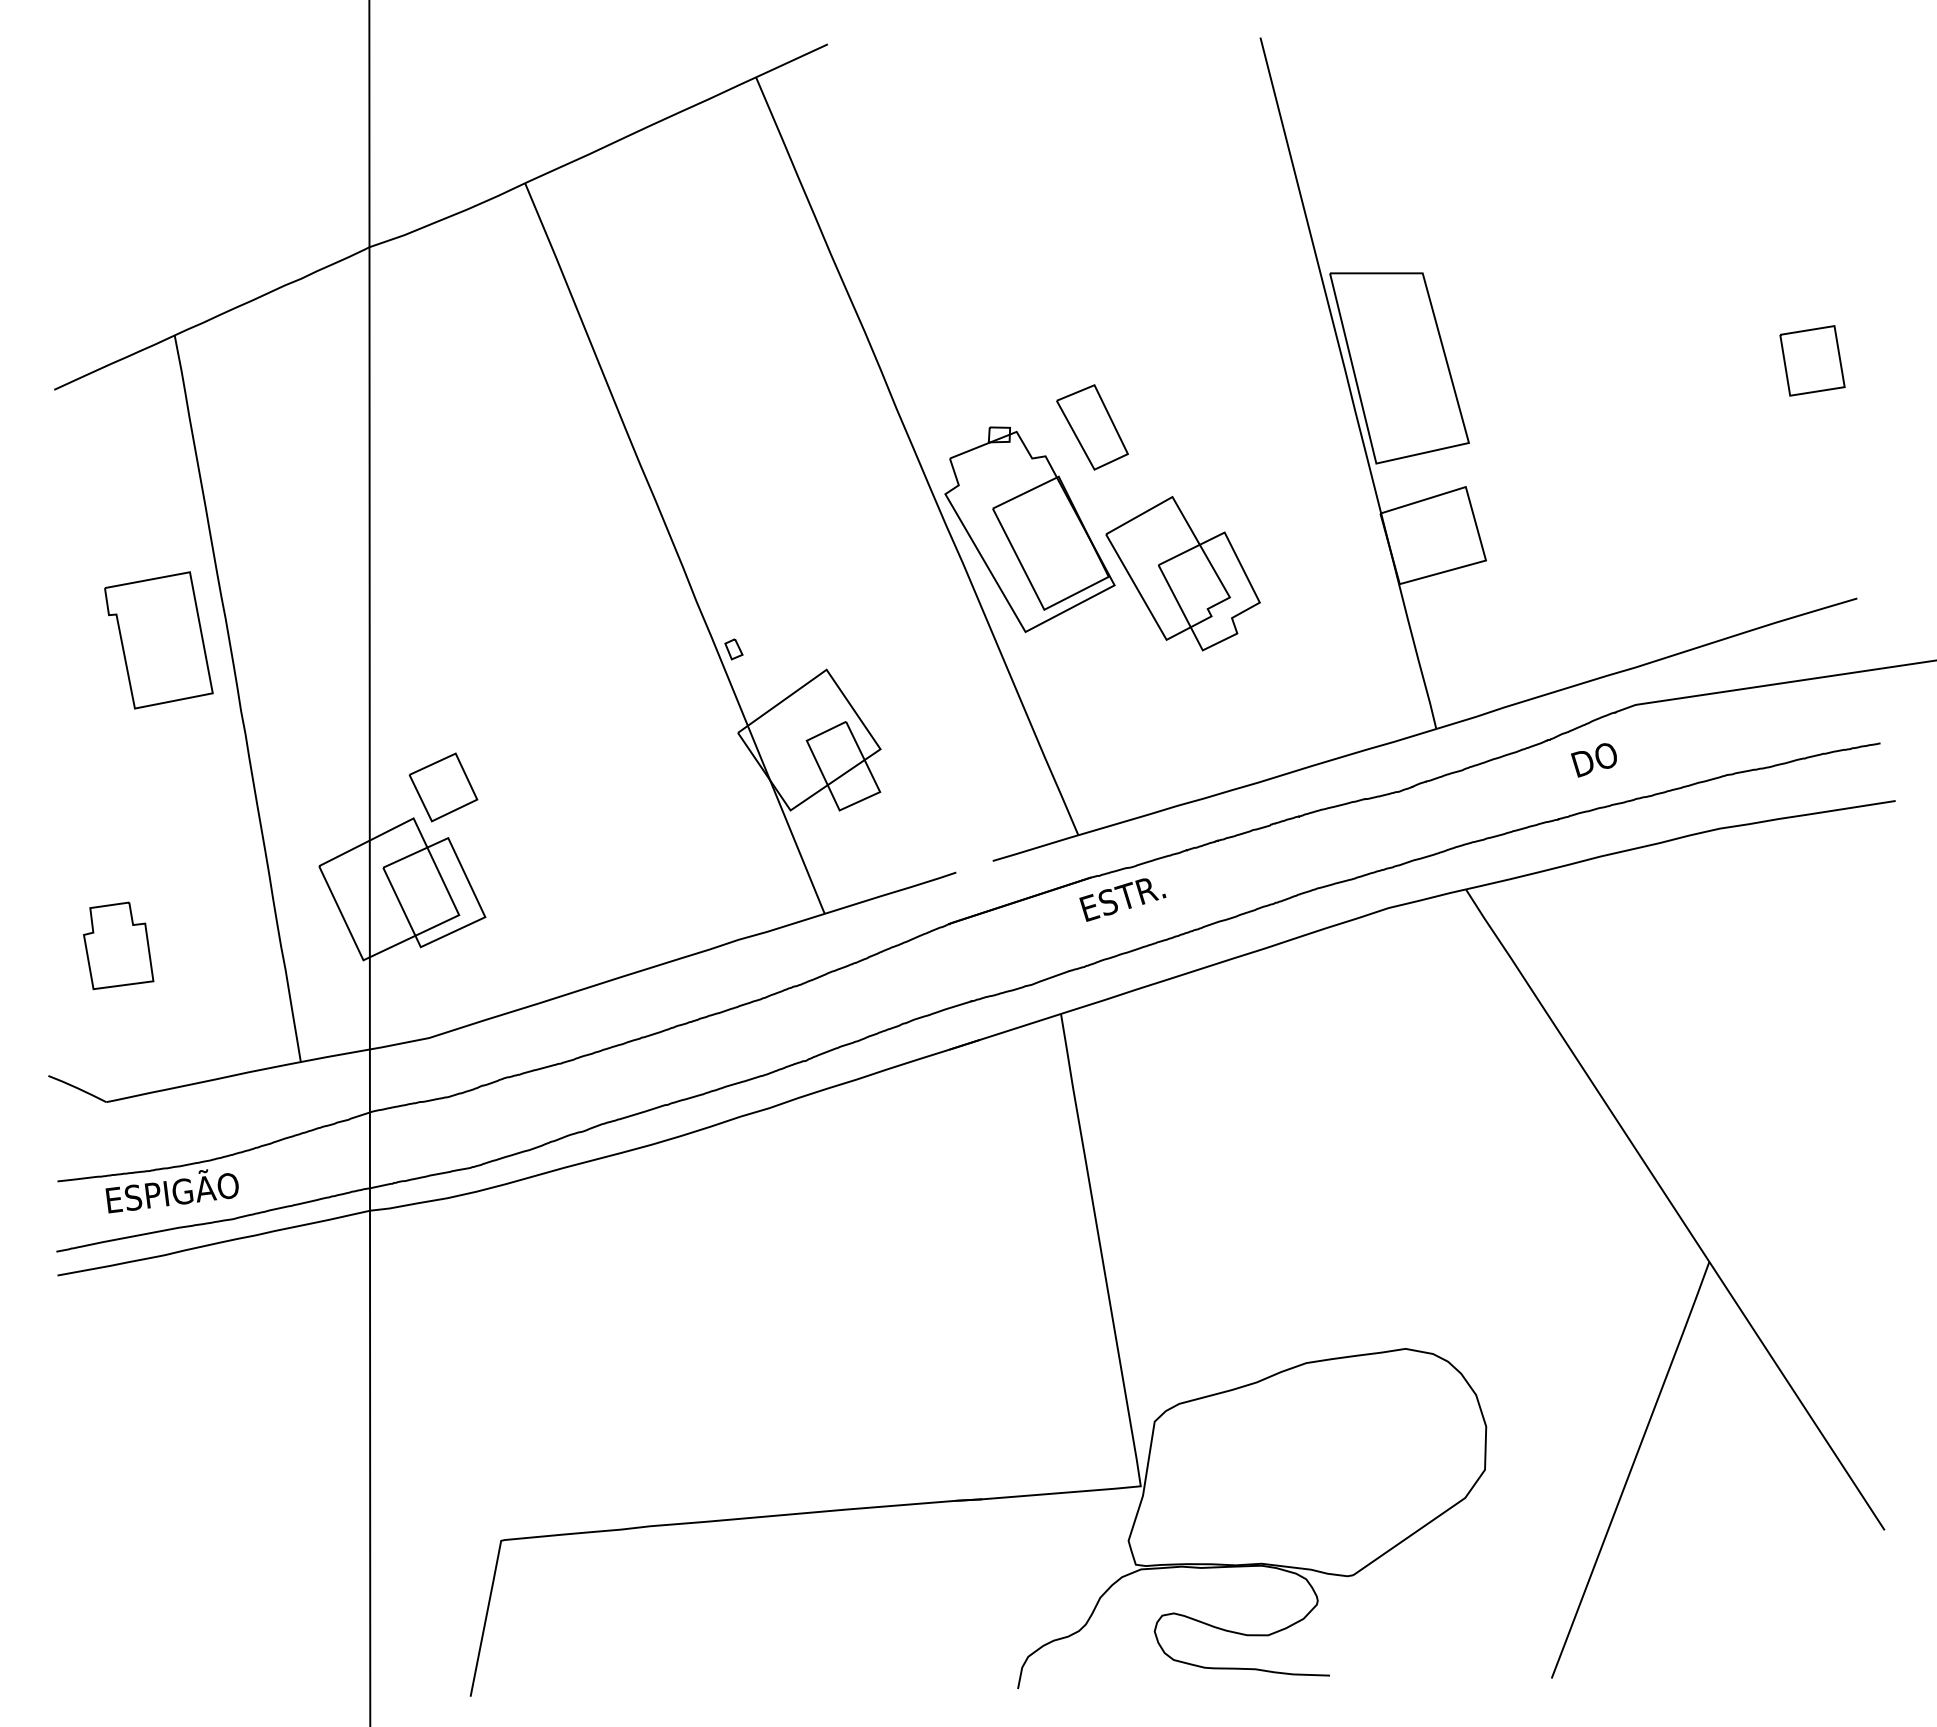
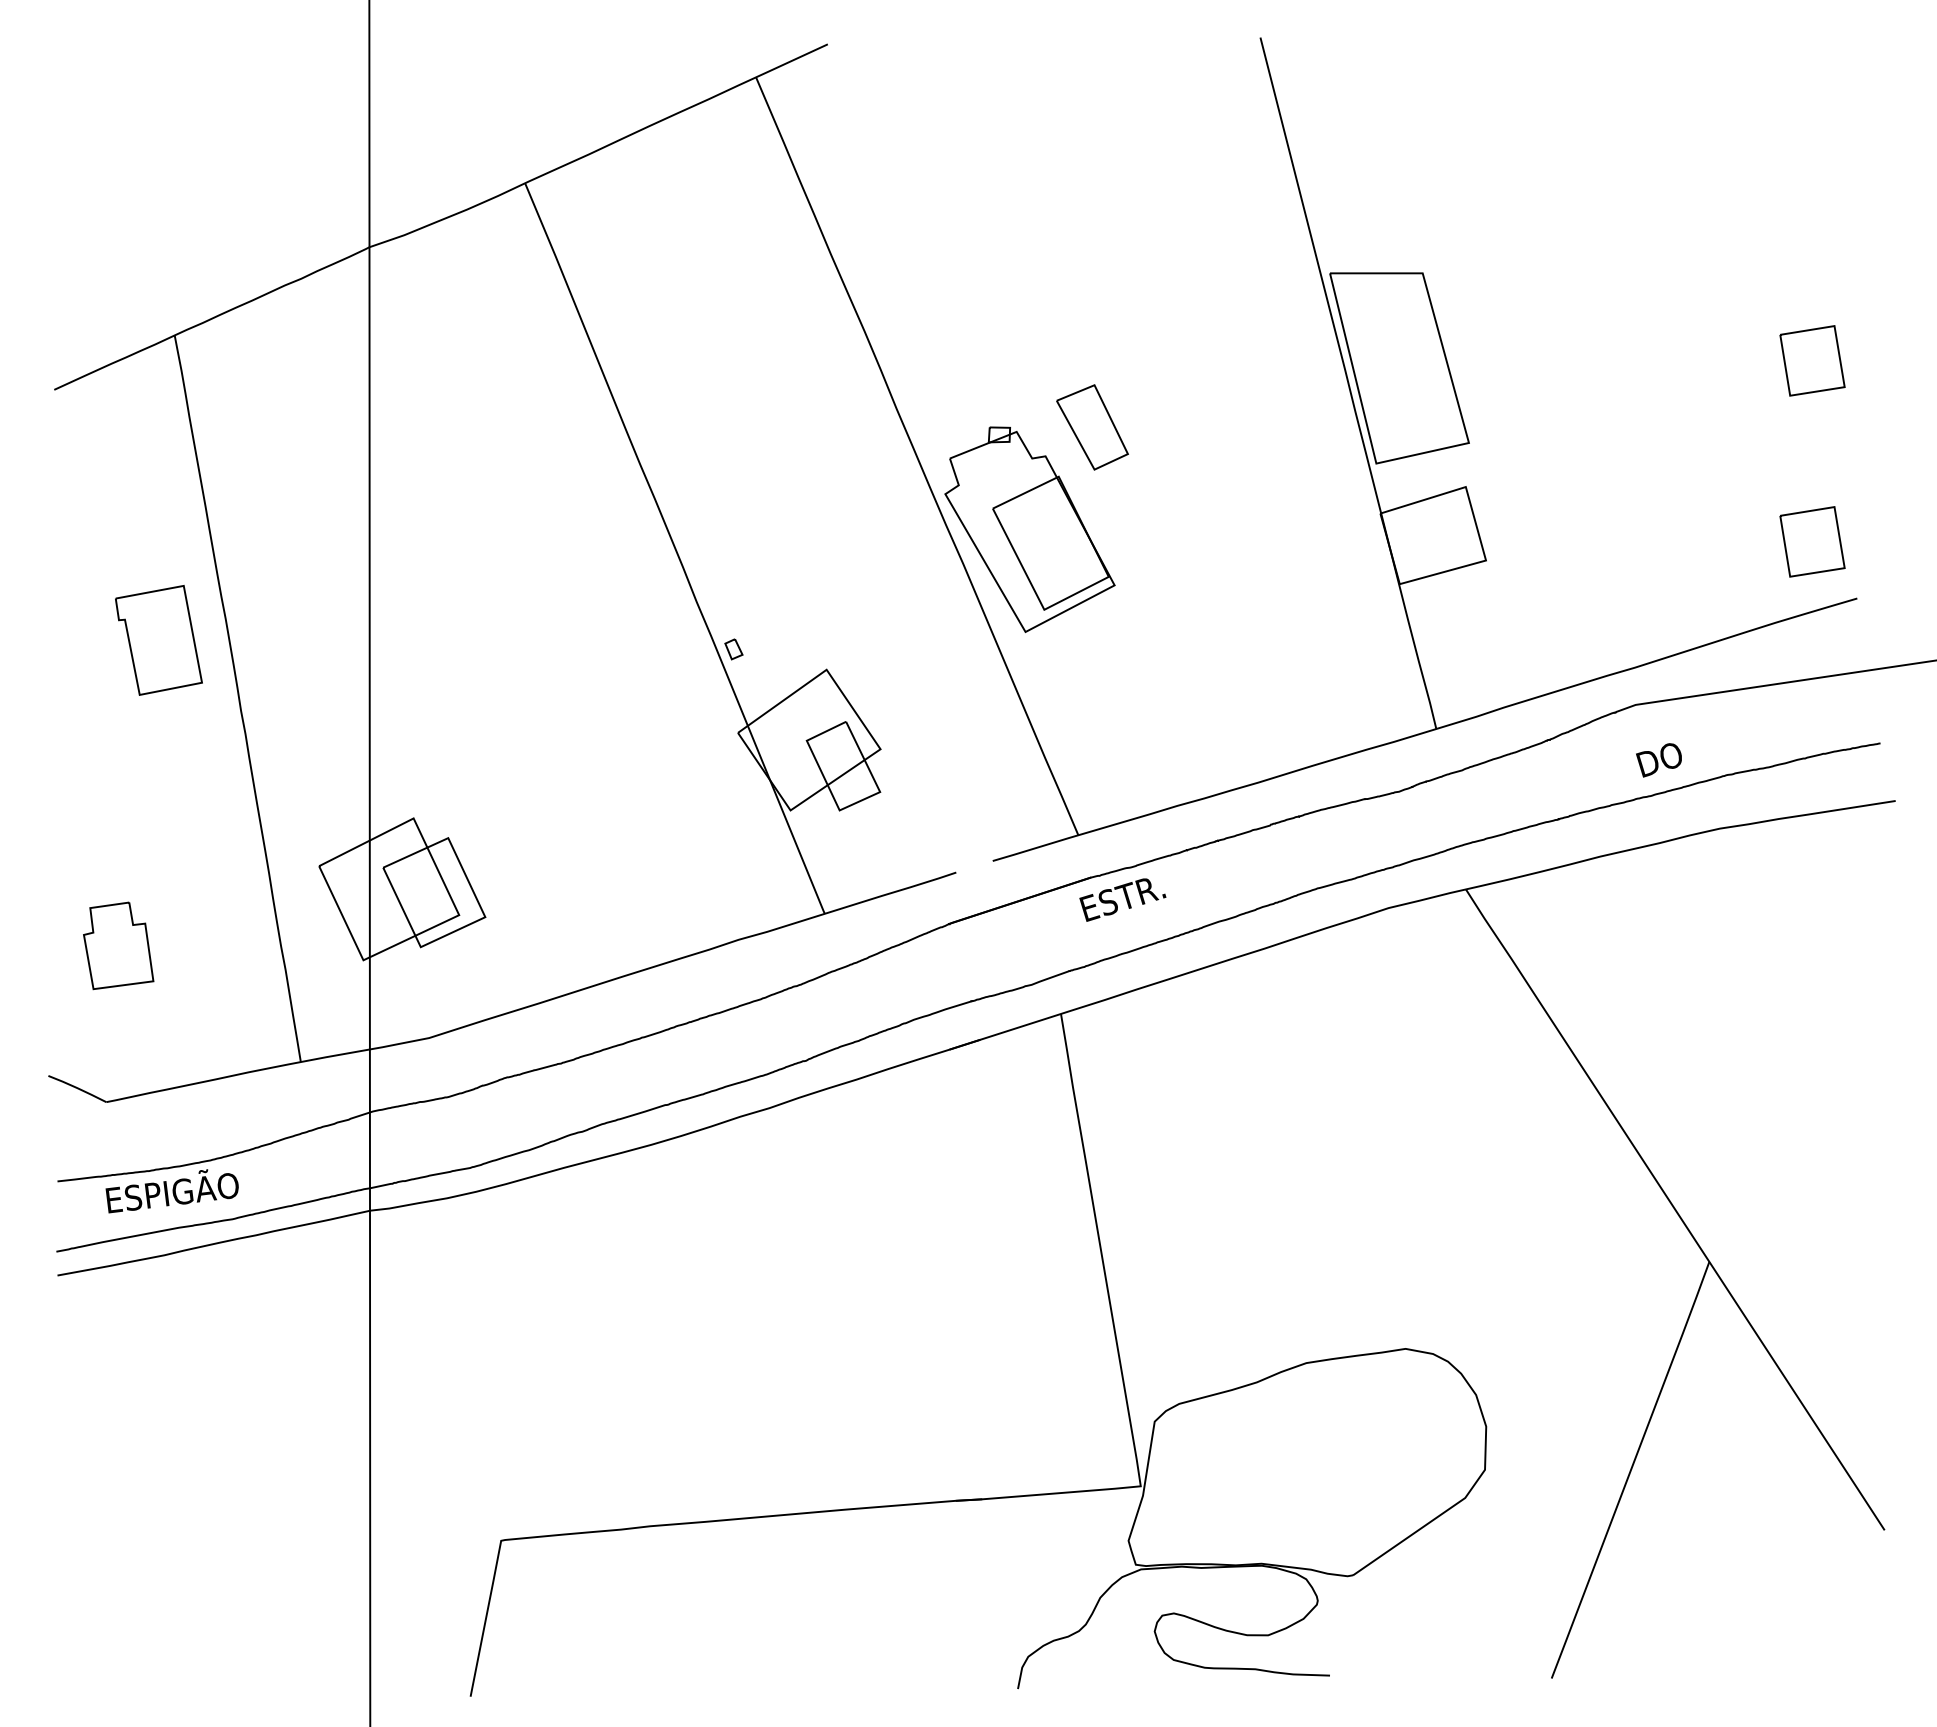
part at (1812, 541): none -> present
part at (1182, 573): present -> none
part at (158, 640) size: 110x139 px -> 88x111 px
text at (1593, 760) position: (1593, 760) -> (1658, 760)
part at (443, 787): present -> none
